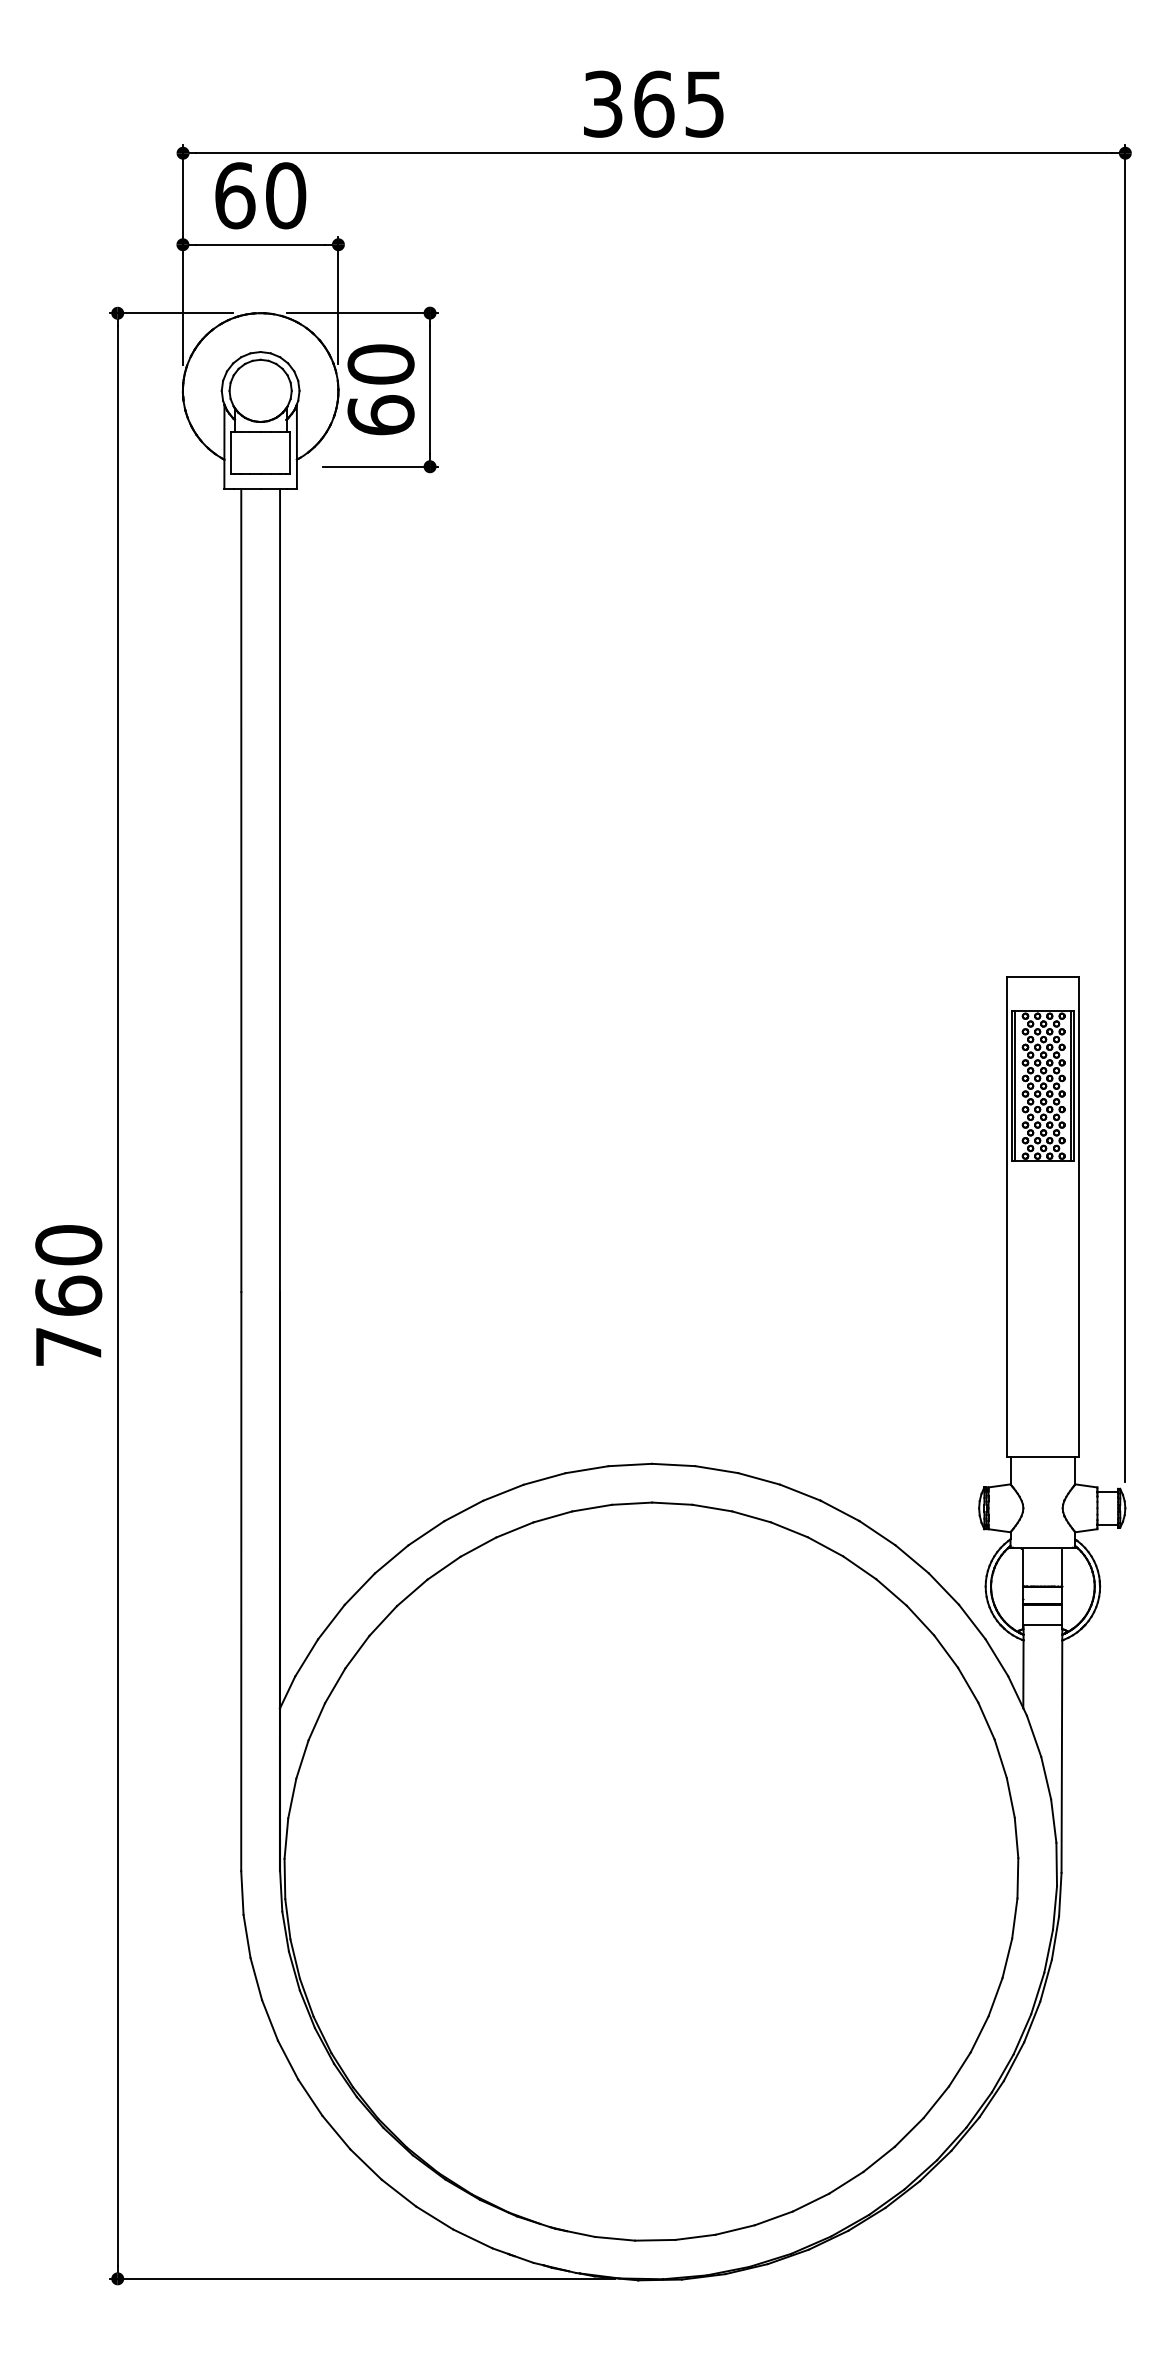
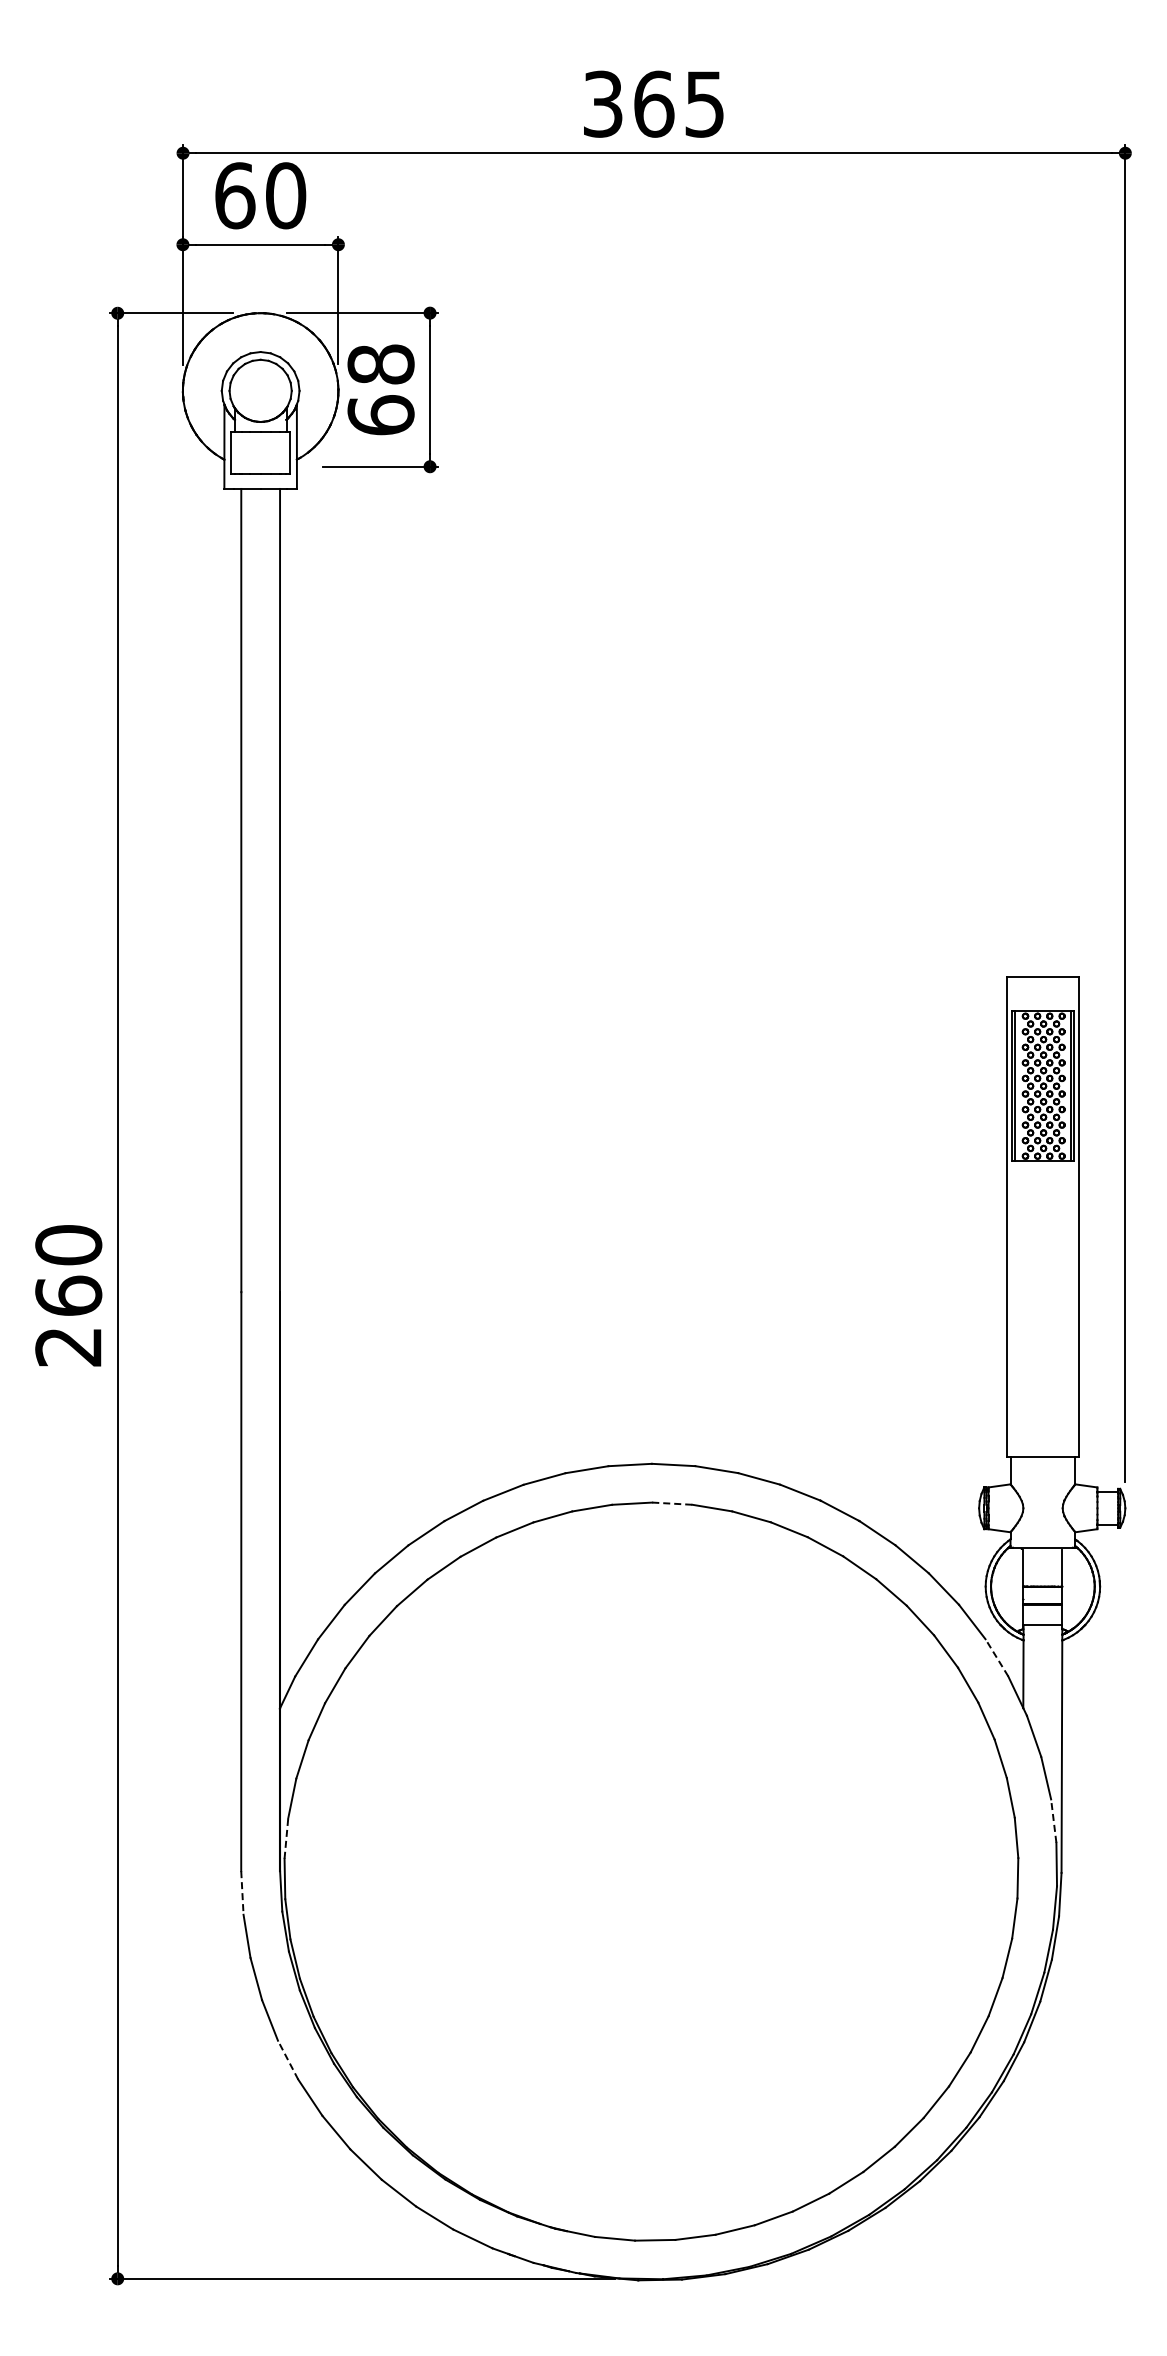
text at (380, 364): 60 -> 68
text at (68, 1347): 760 -> 260
line at (672, 1503): solid -> dashed
line at (996, 1657): solid -> dashed
line at (1053, 1821): solid -> dashed
line at (286, 1838): solid -> dashed
line at (242, 1892): solid -> dashed
line at (288, 2060): solid -> dashed
